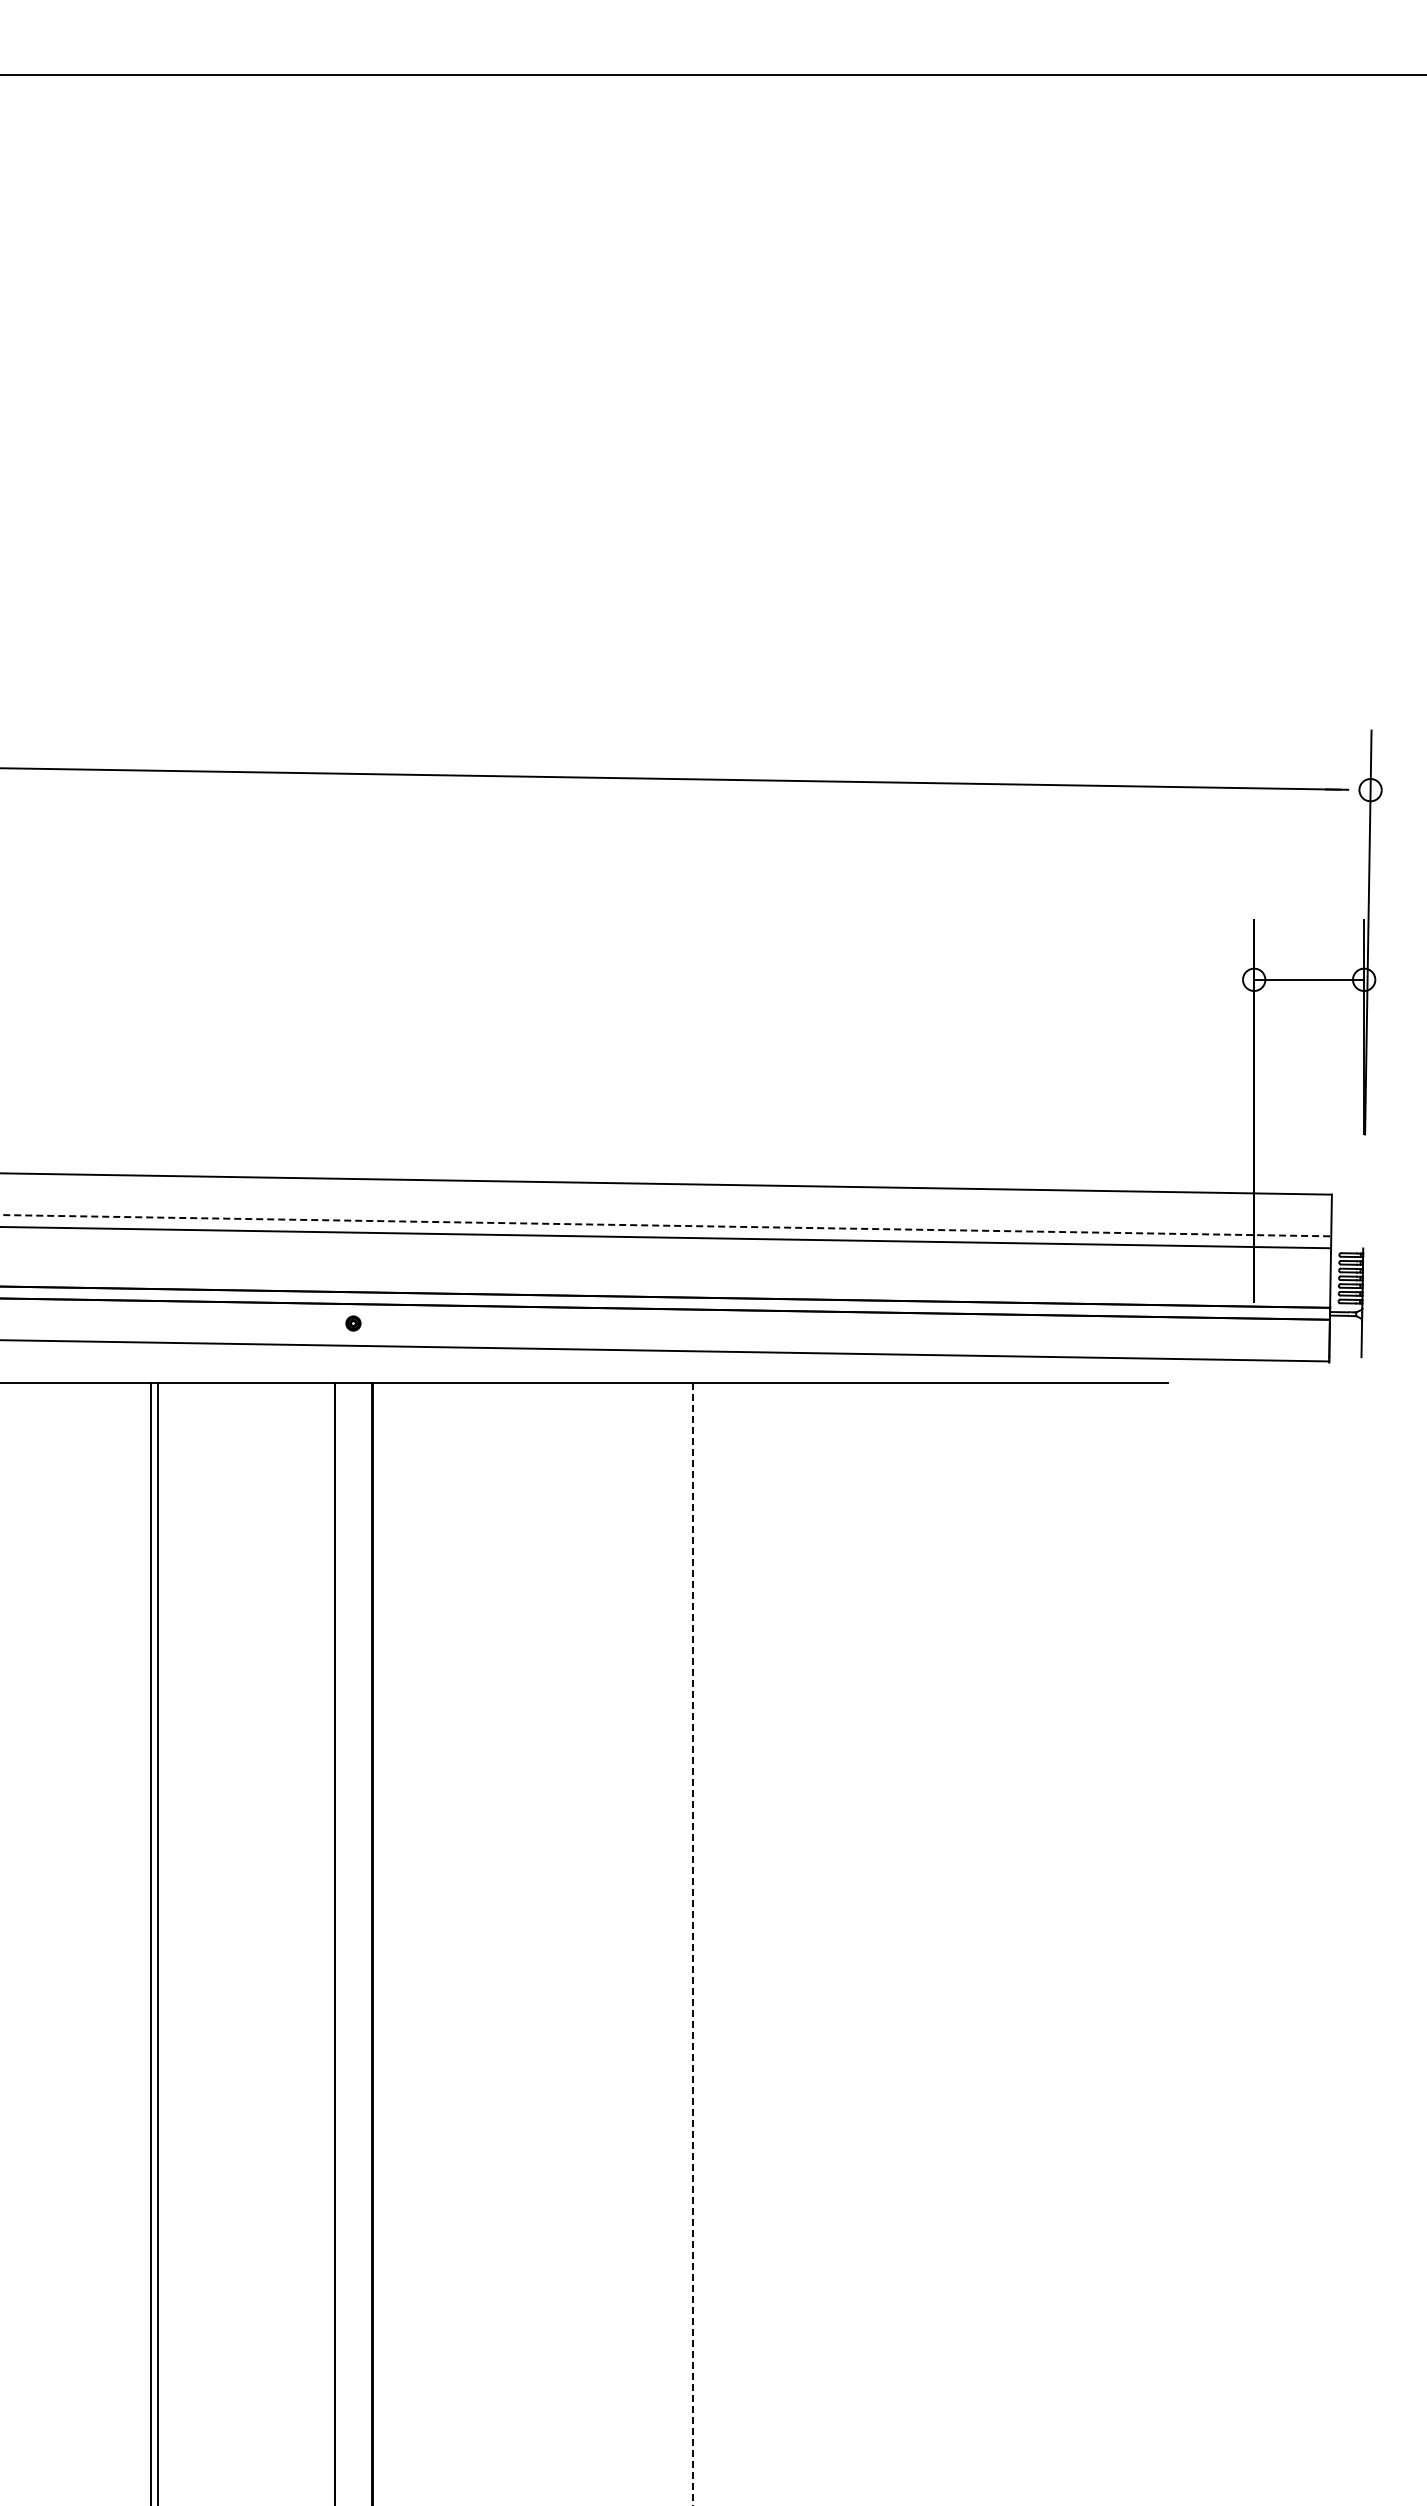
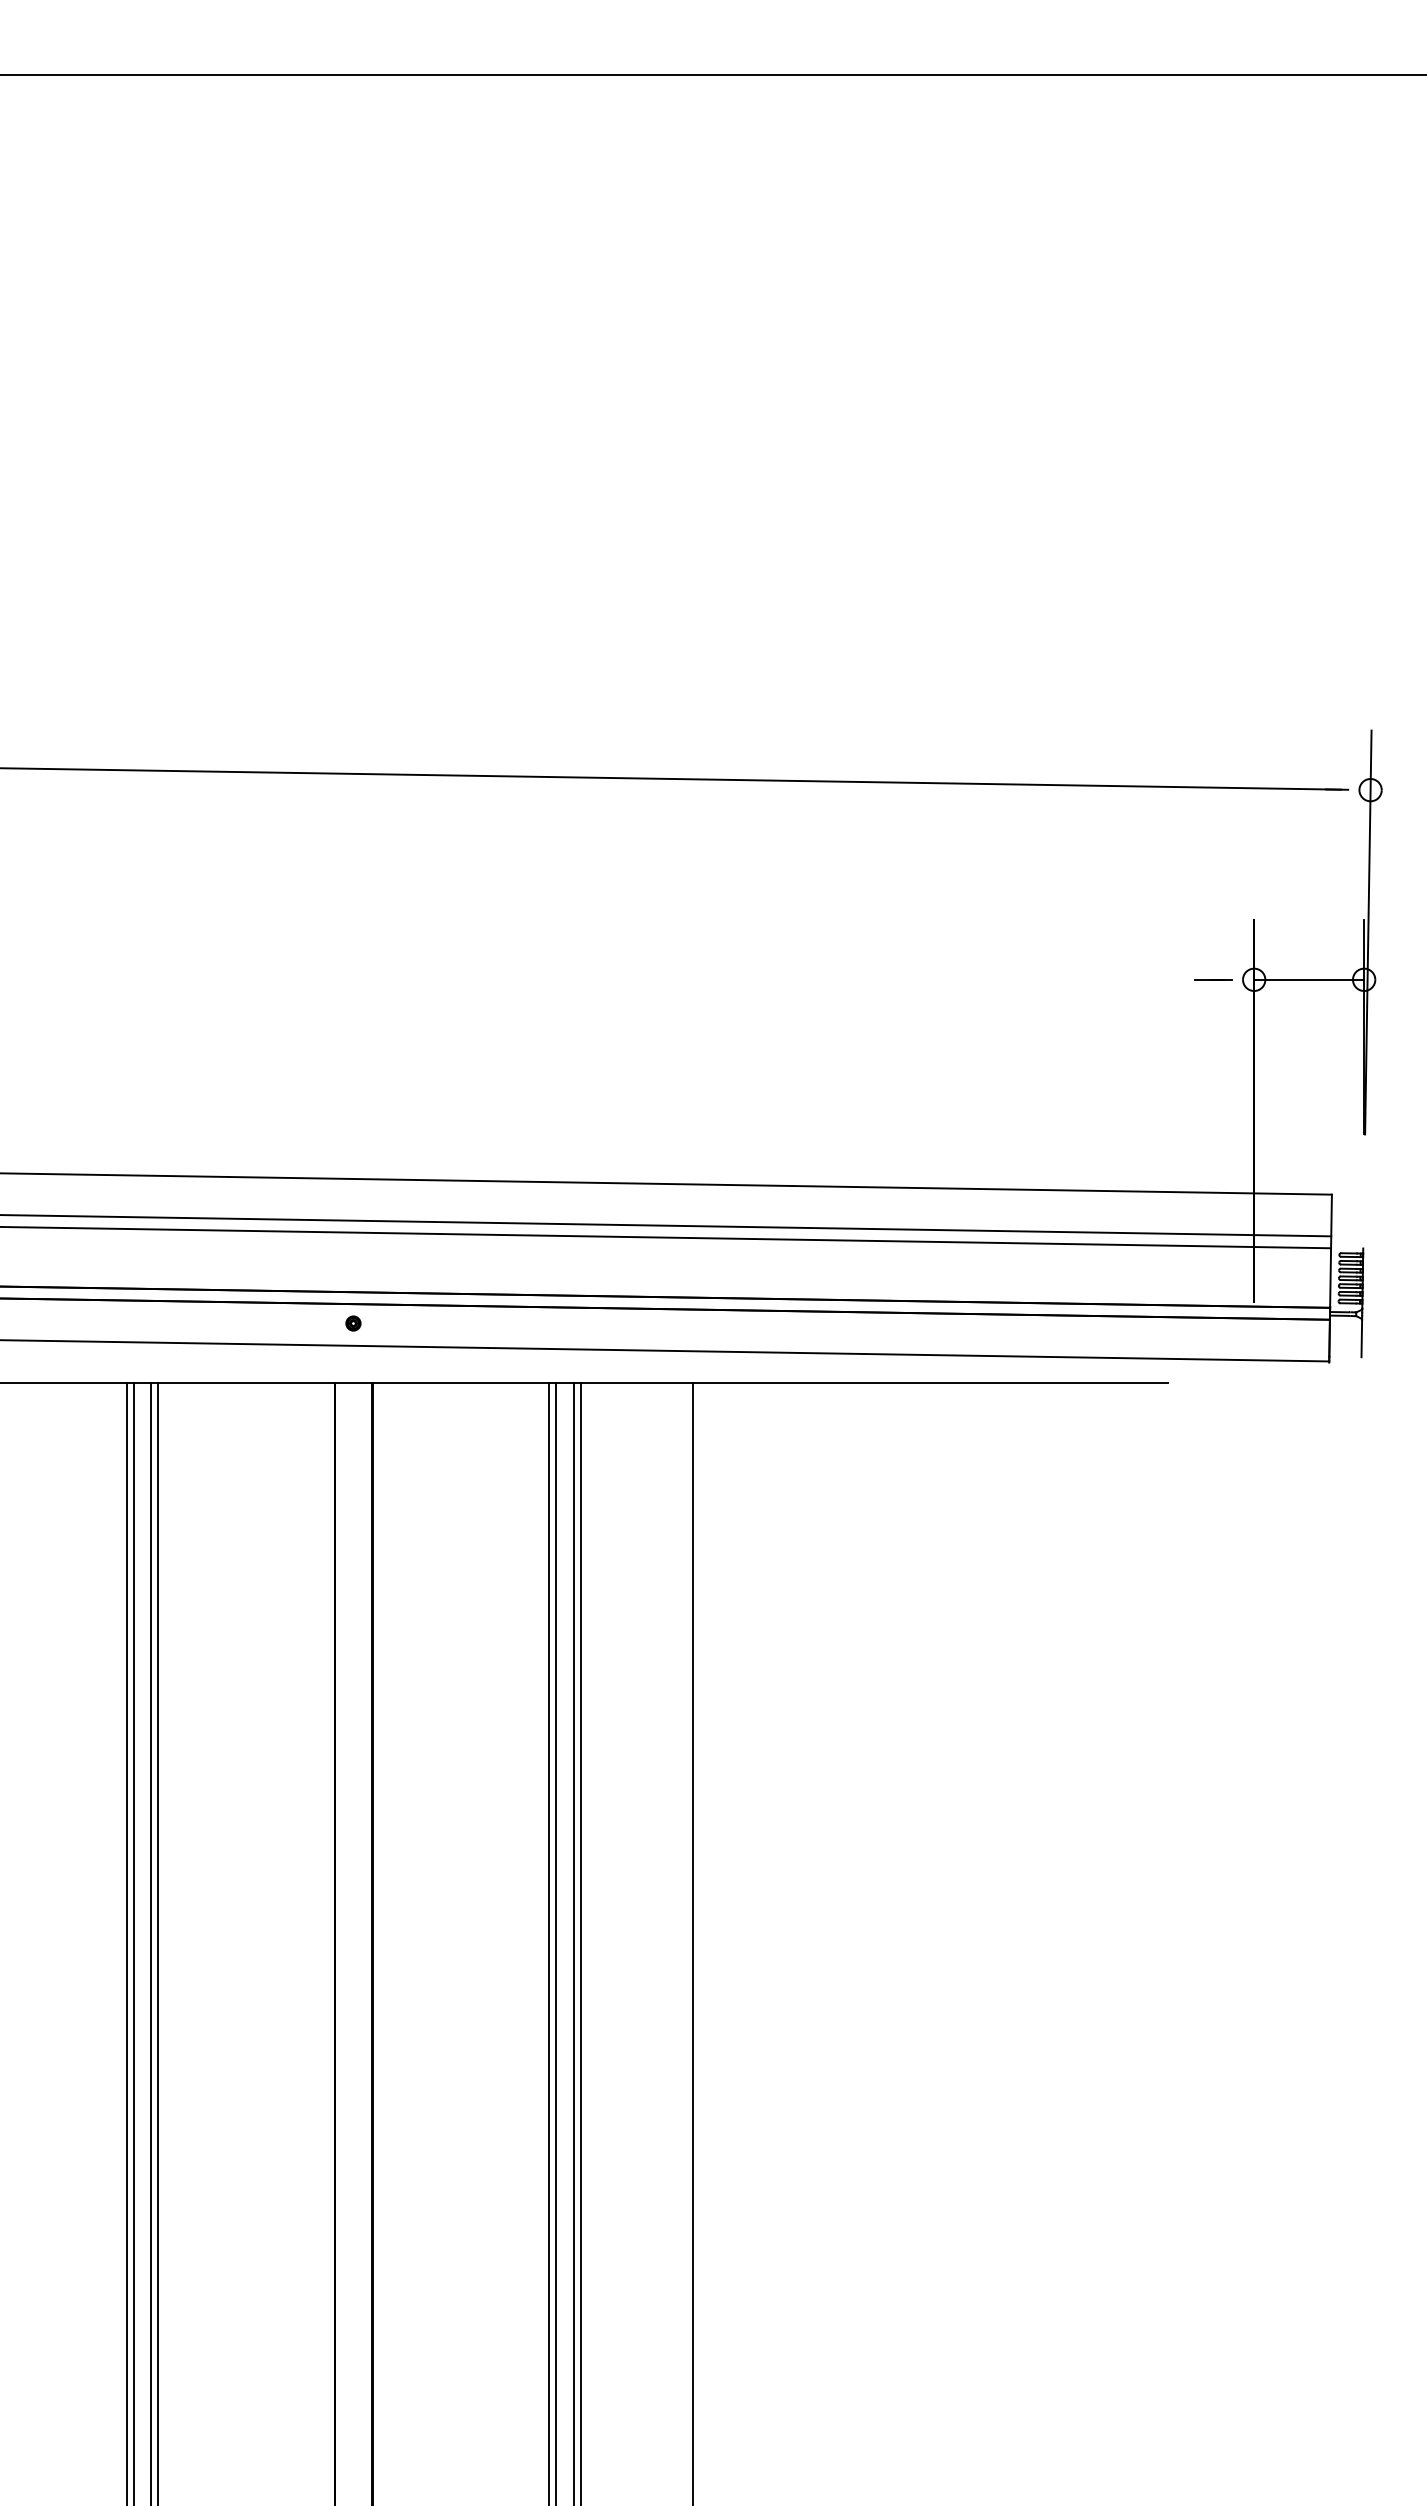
line at (1213, 979): none -> present
line at (666, 1225): dashed -> solid
line at (126, 1942): none -> present
line at (133, 1942): none -> present
line at (549, 1942): none -> present
line at (556, 1942): none -> present
line at (573, 1942): none -> present
line at (581, 1942): none -> present
line at (693, 1944): dashed -> solid
